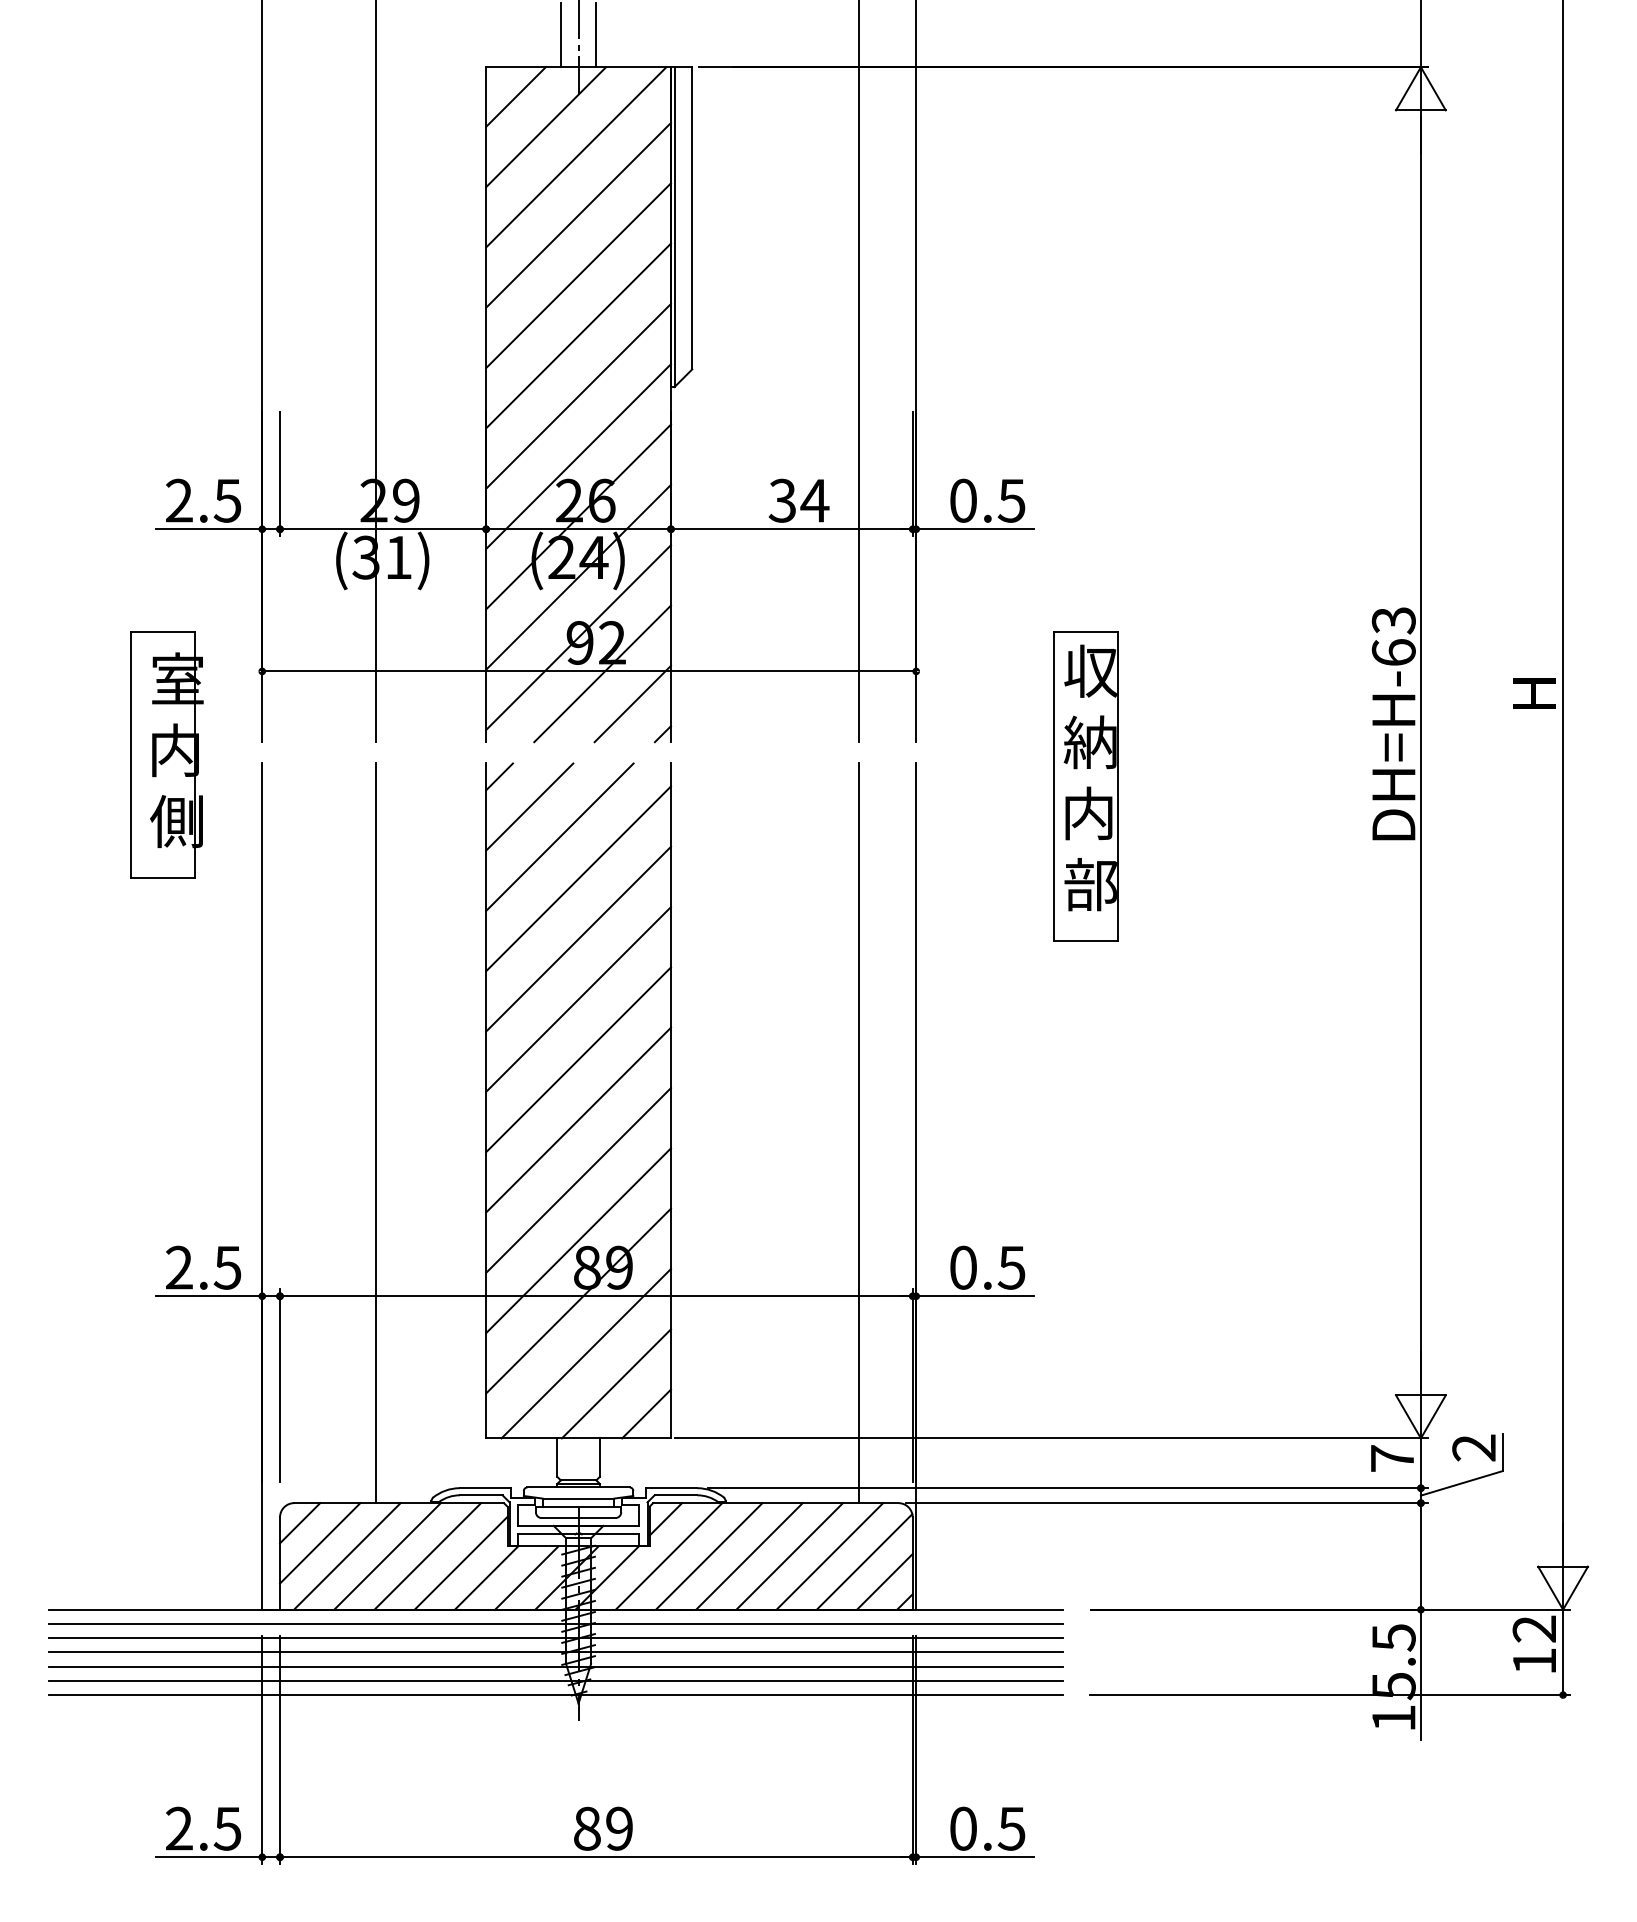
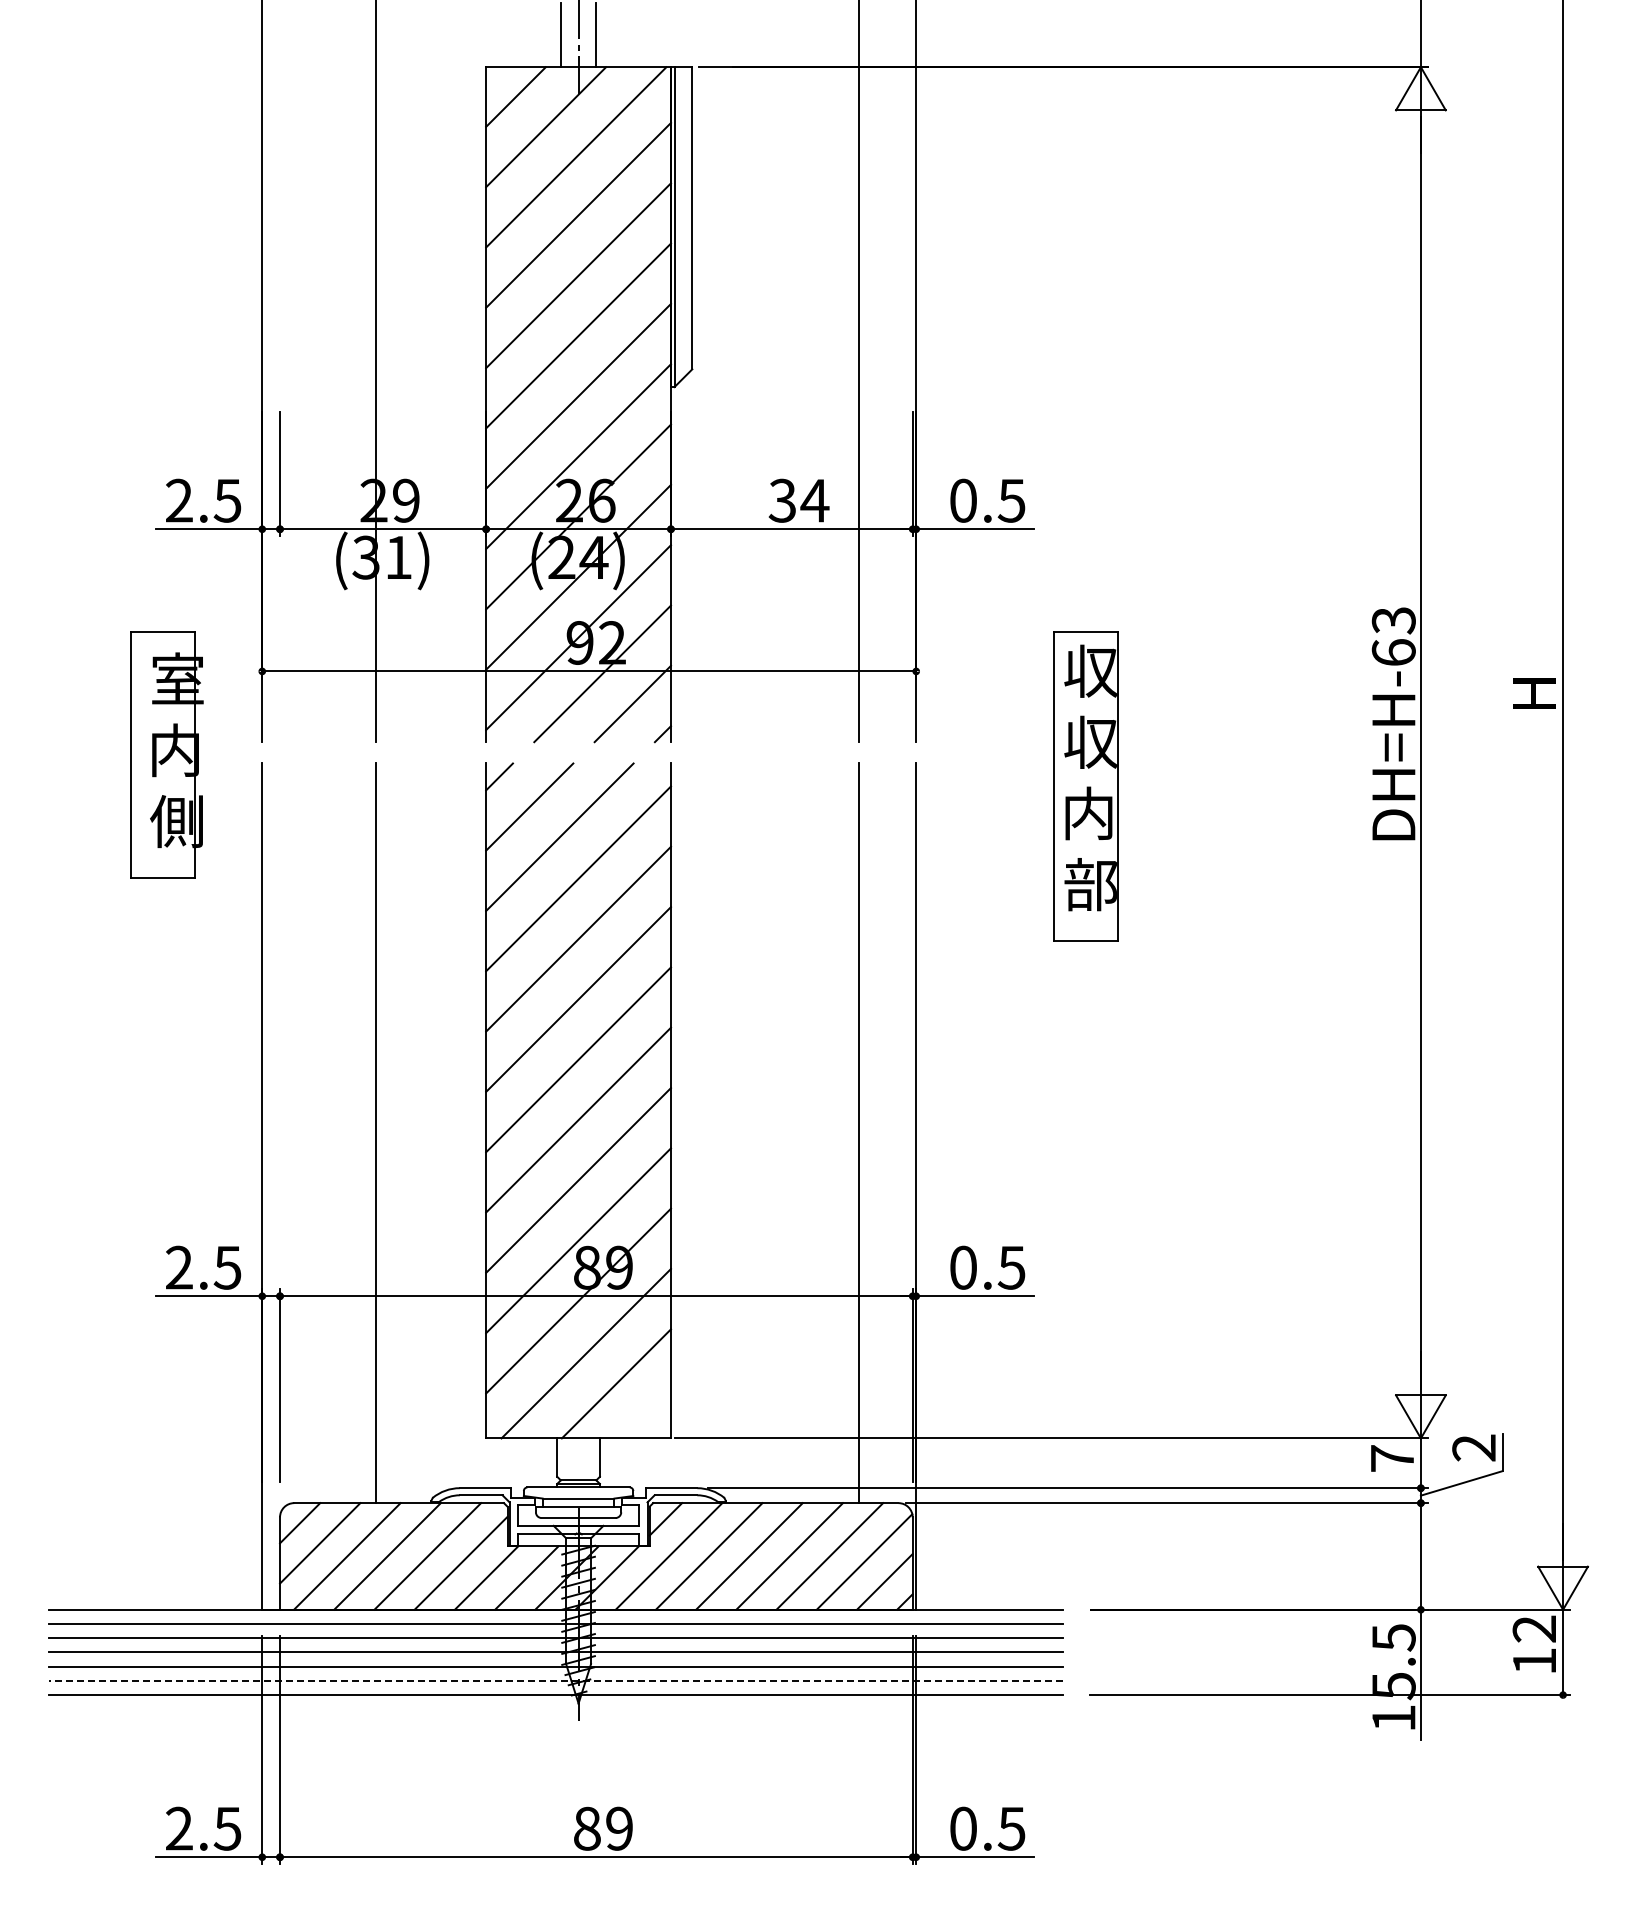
text at (1089, 742): 納 -> 収
line at (646, 1413): present -> none
line at (555, 1680): solid -> dashed
